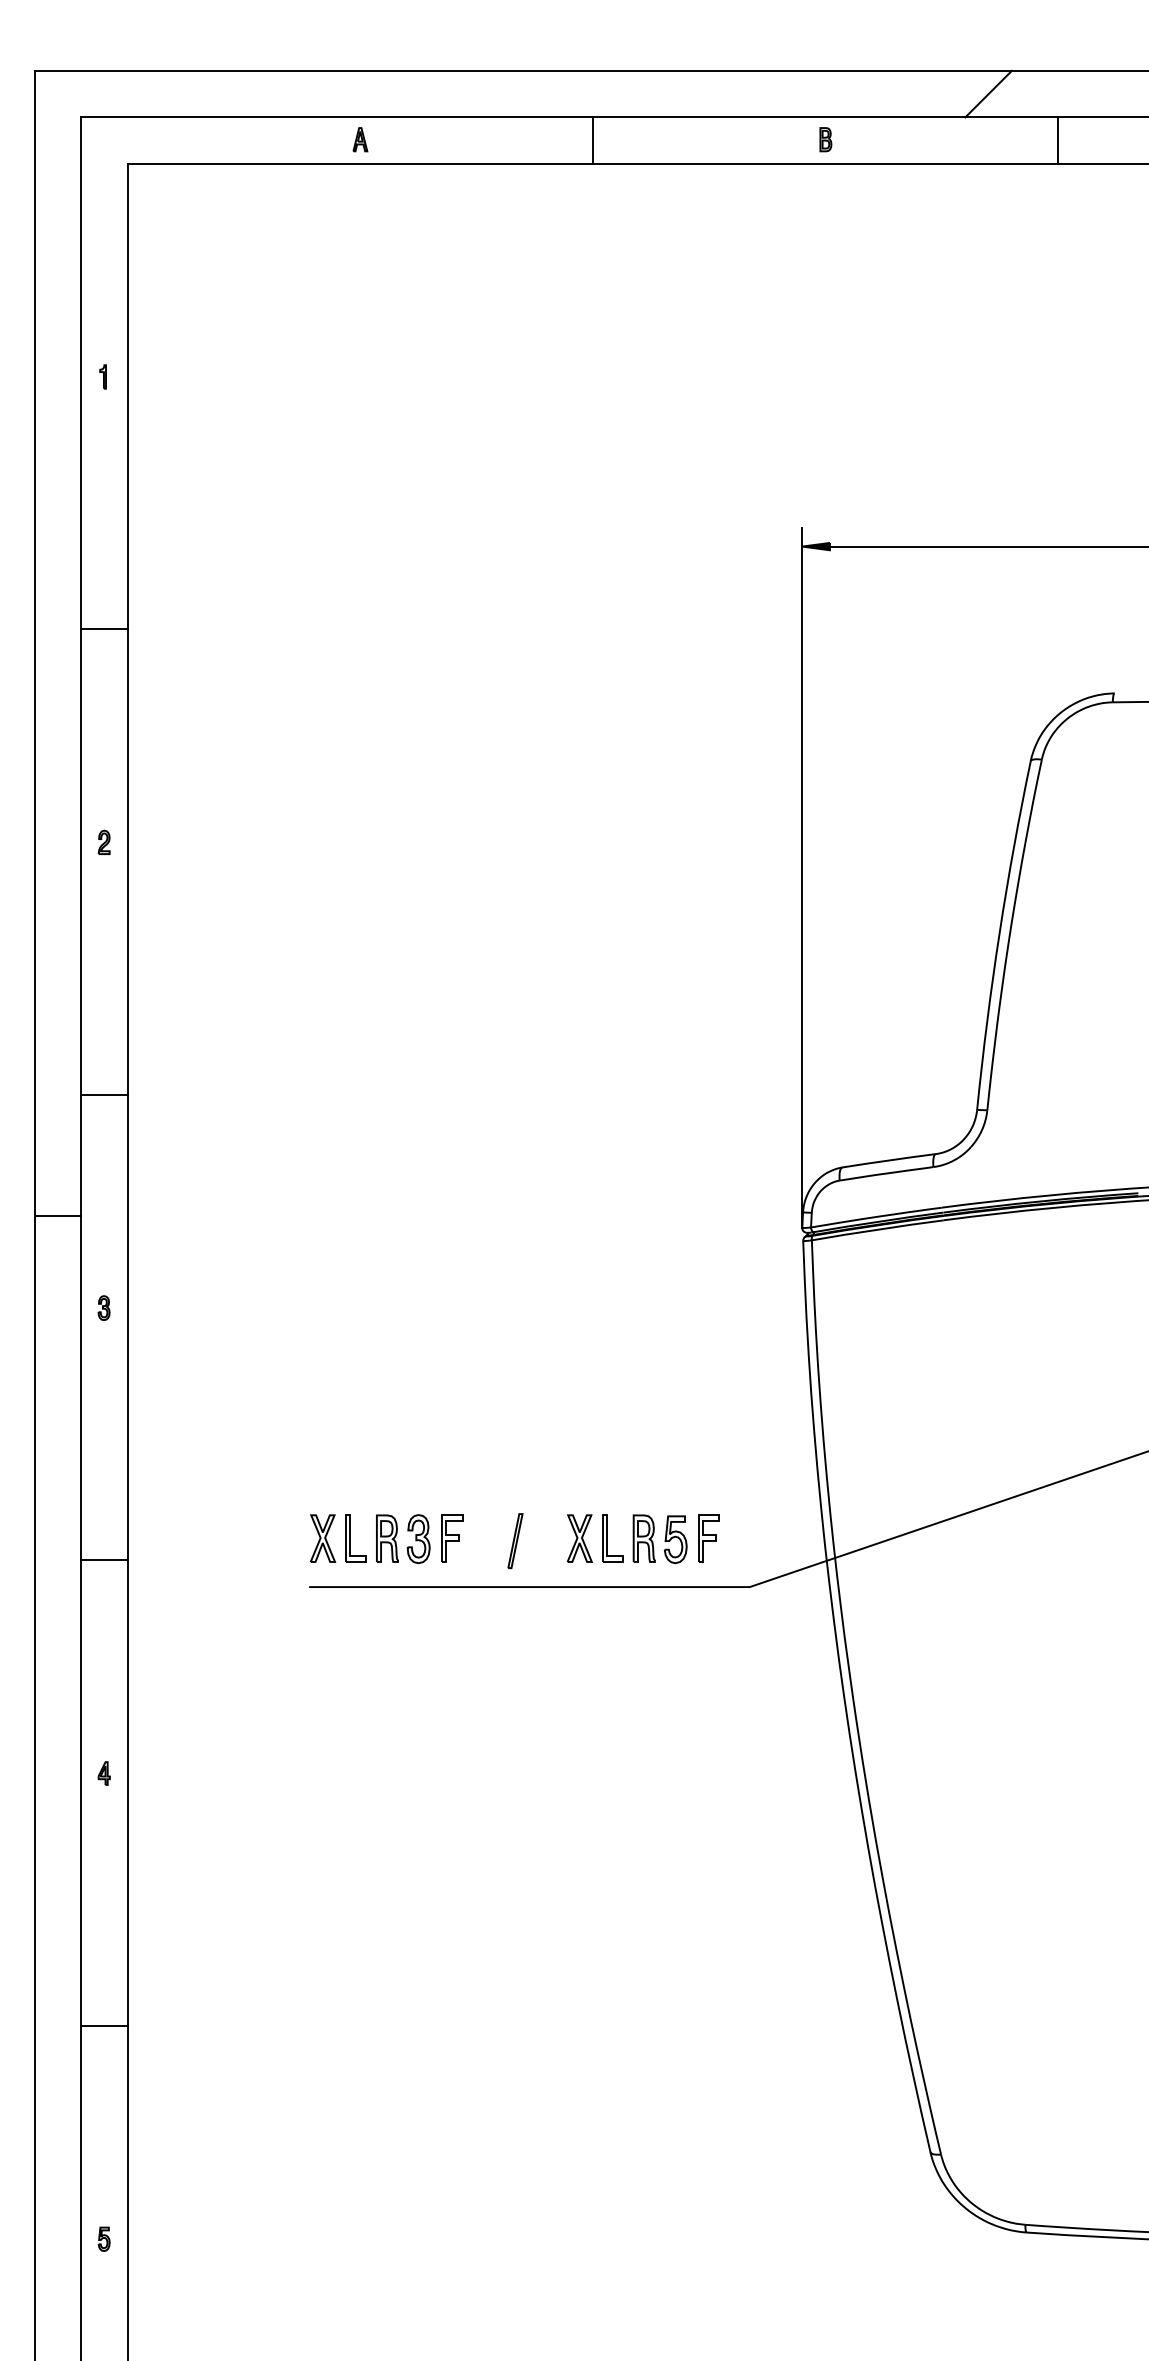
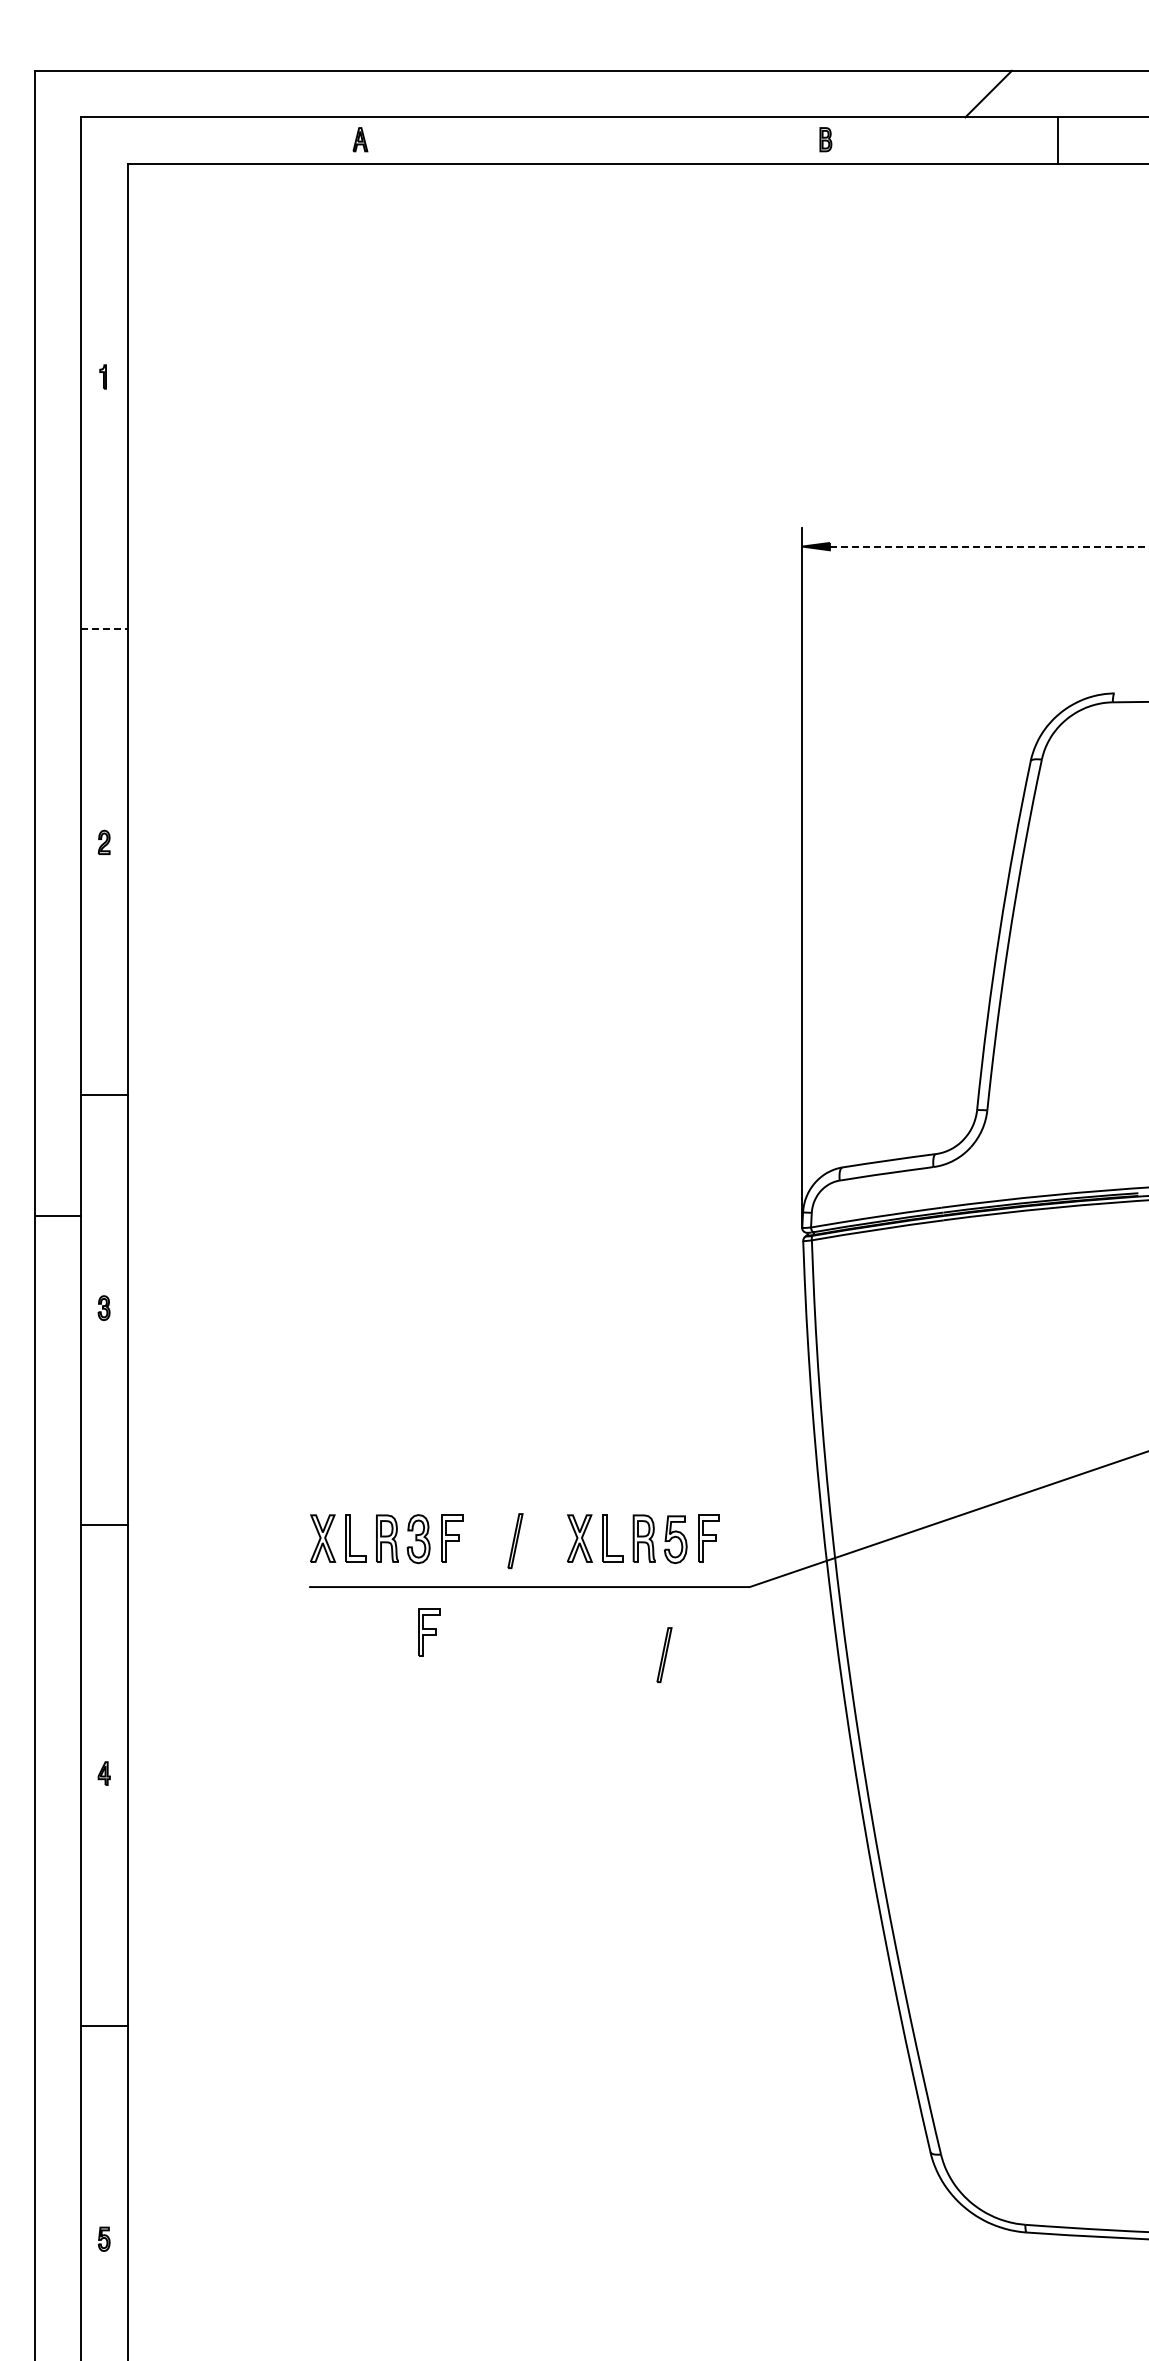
line at (593, 140): present -> none
line at (989, 546): solid -> dashed
line at (104, 629): solid -> dashed
line at (104, 1560) position: (104, 1560) -> (104, 1525)
part at (429, 1632): none -> present
part at (664, 1655): none -> present
